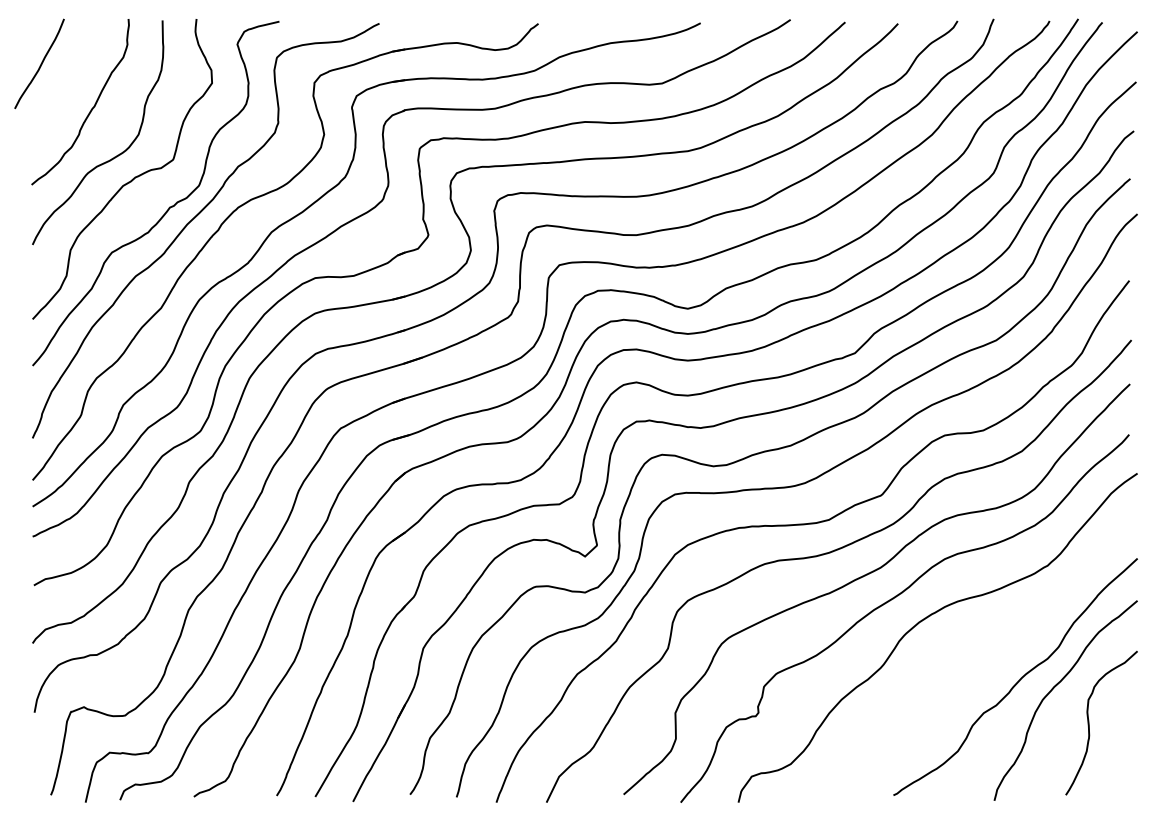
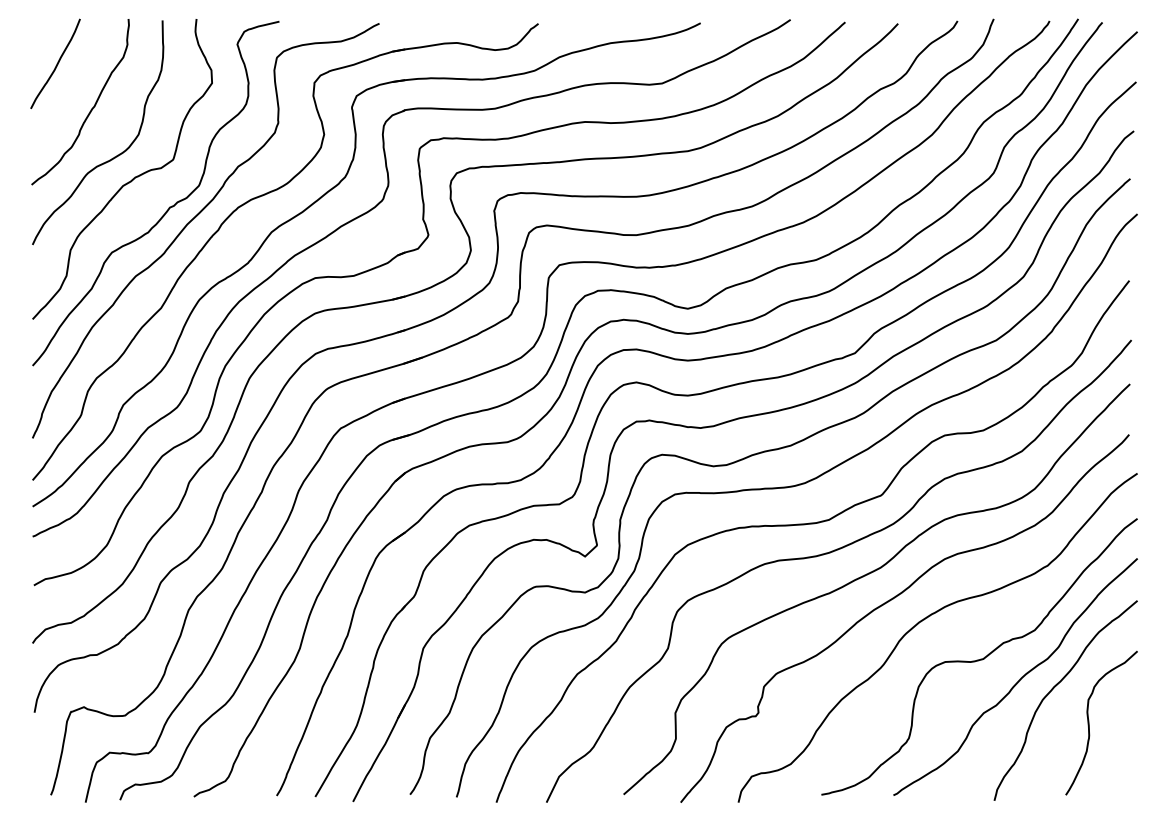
curve at (40, 63) position: (40, 63) -> (56, 63)
curve at (980, 658): none -> present
